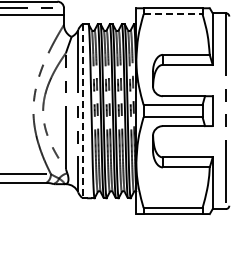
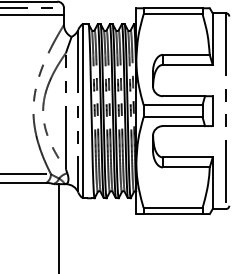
line at (173, 14): dashed -> solid
line at (82, 111): dashed -> solid
line at (59, 227): none -> present
